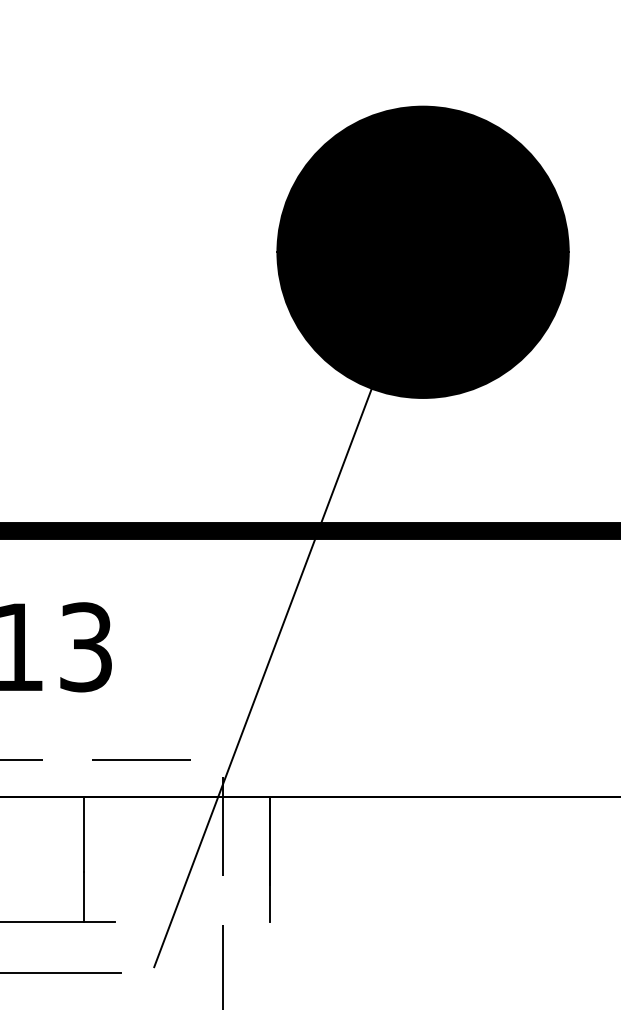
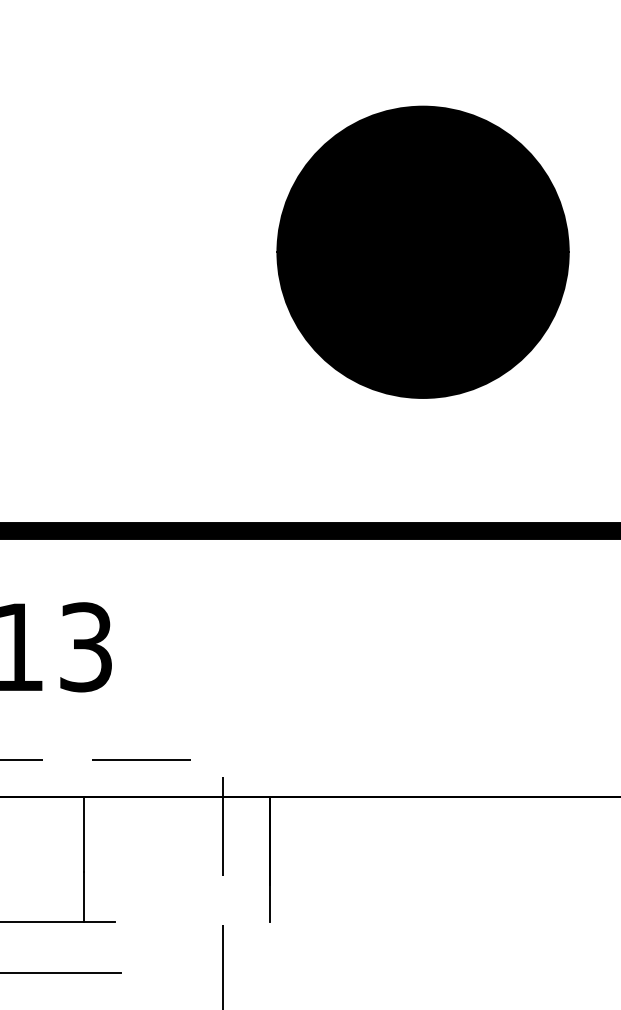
line at (262, 677): present -> none
